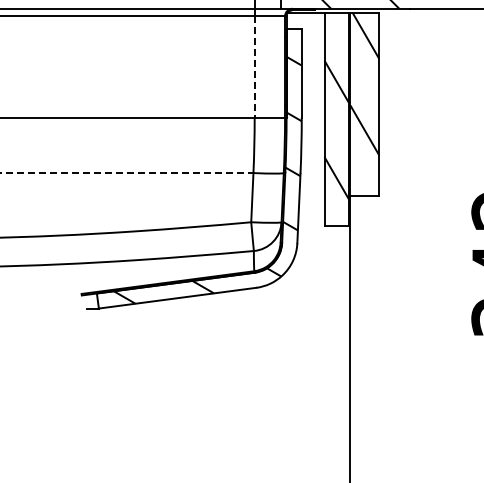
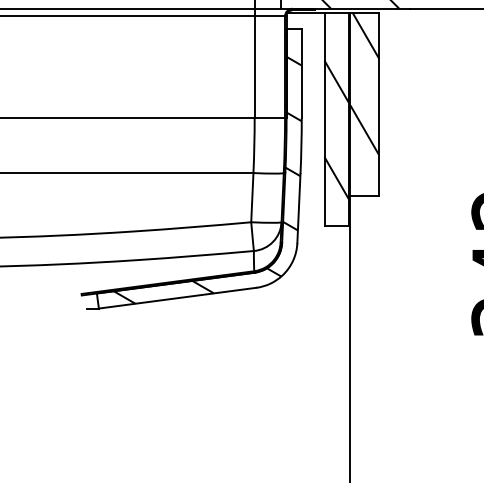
line at (254, 67): dashed -> solid
line at (127, 173): dashed -> solid
